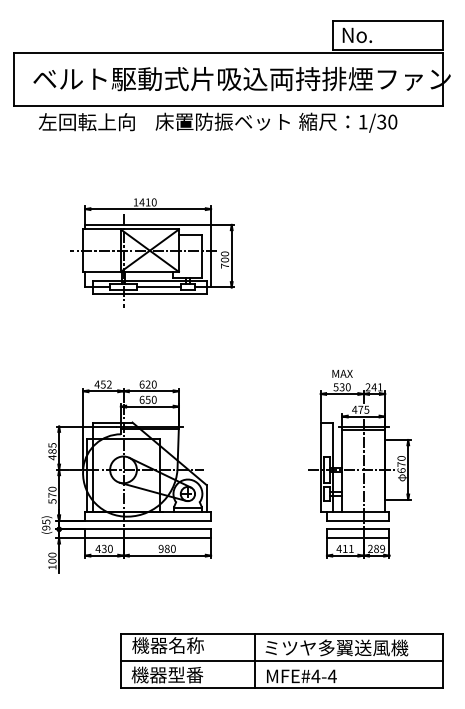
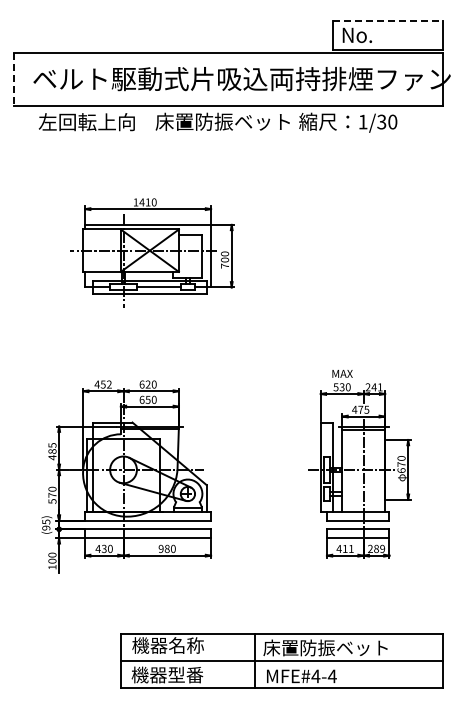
line at (388, 21): solid -> dashed
line at (14, 79): solid -> dashed
text at (335, 647): ミツヤ多翼送風機 -> 床置防振ベット
